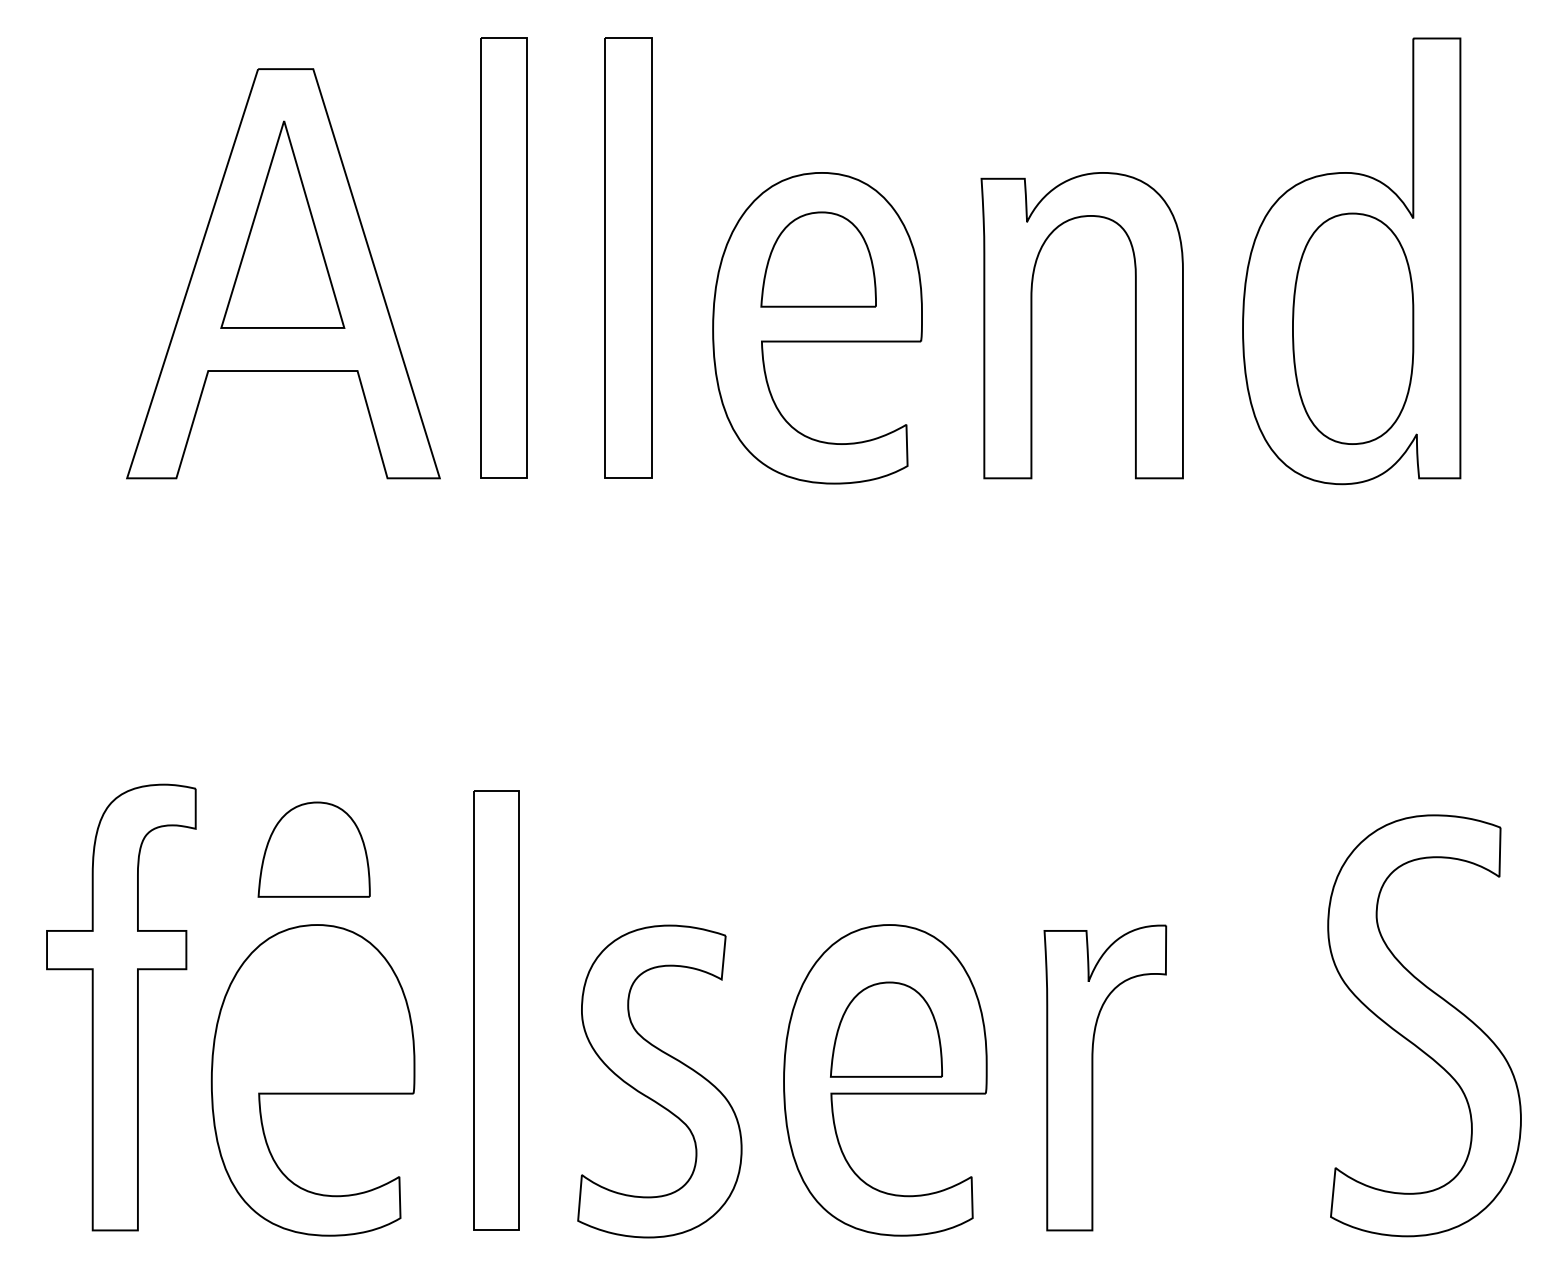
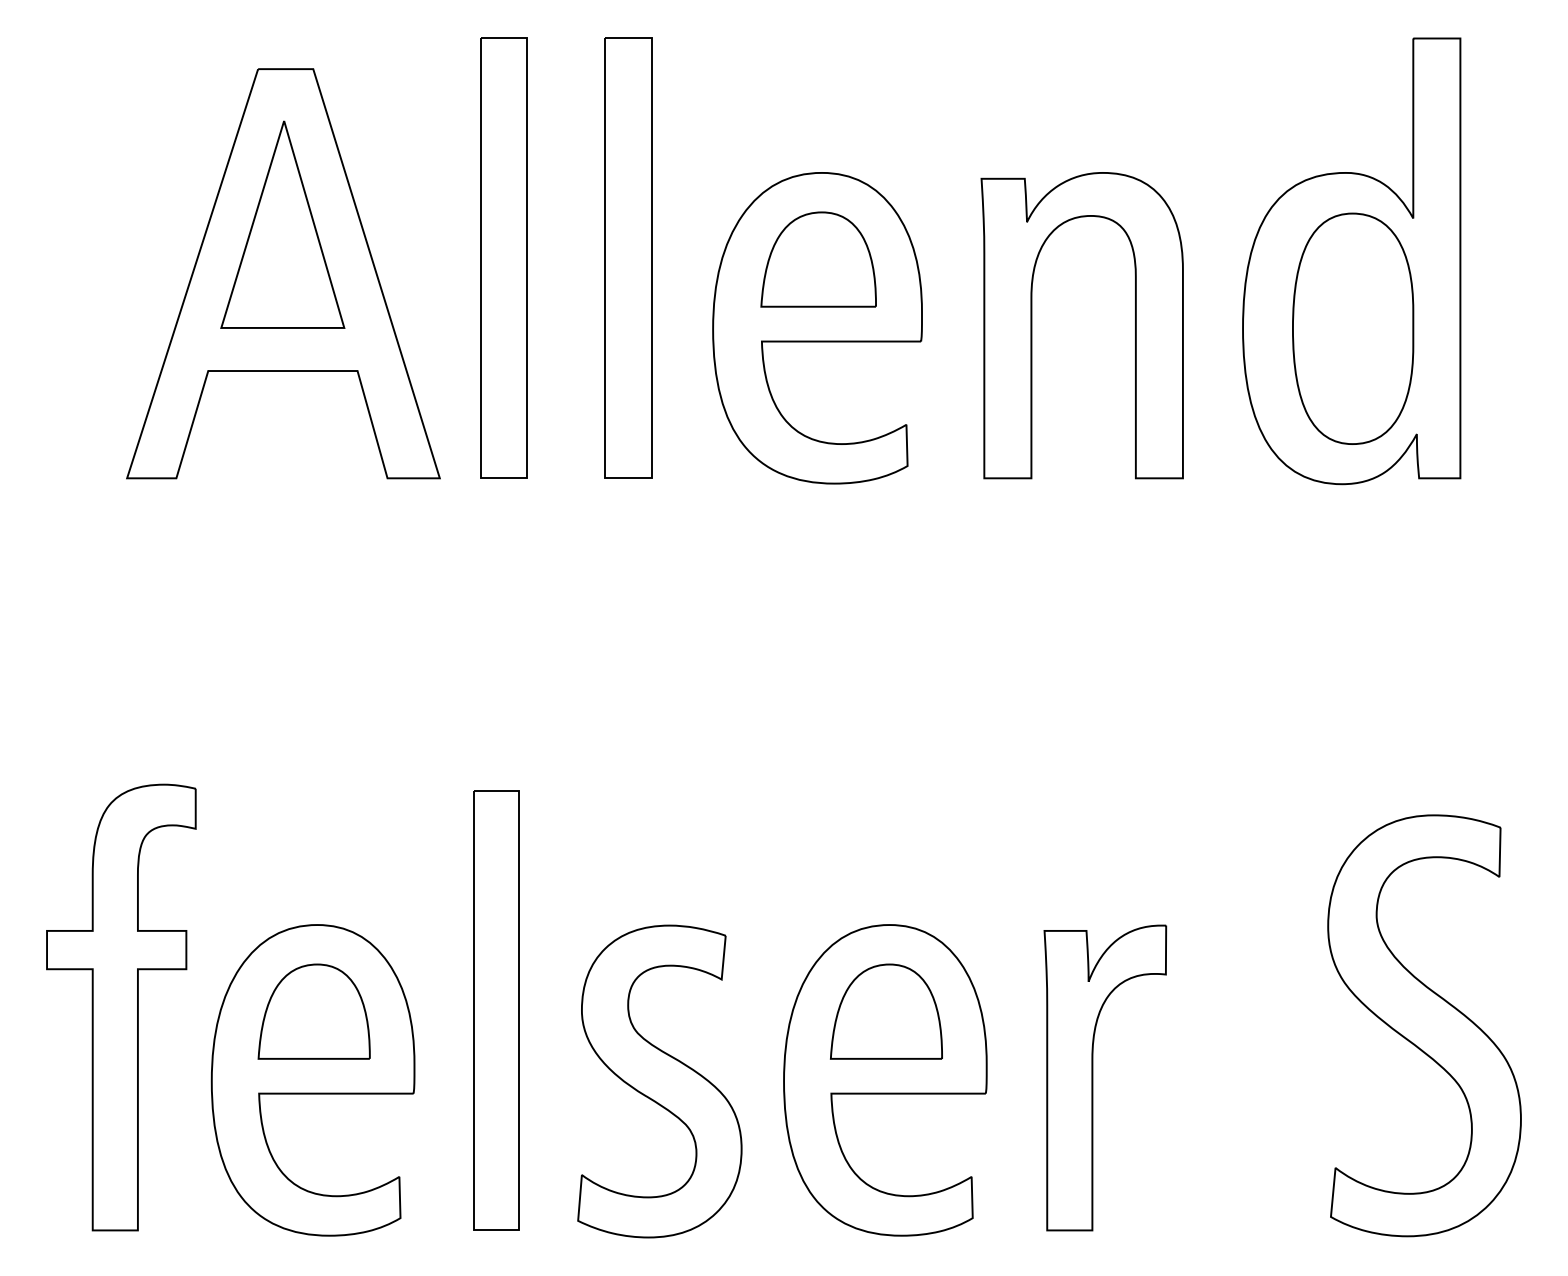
part at (313, 849) position: (313, 849) -> (313, 1011)
part at (886, 1029) position: (886, 1029) -> (886, 1011)
